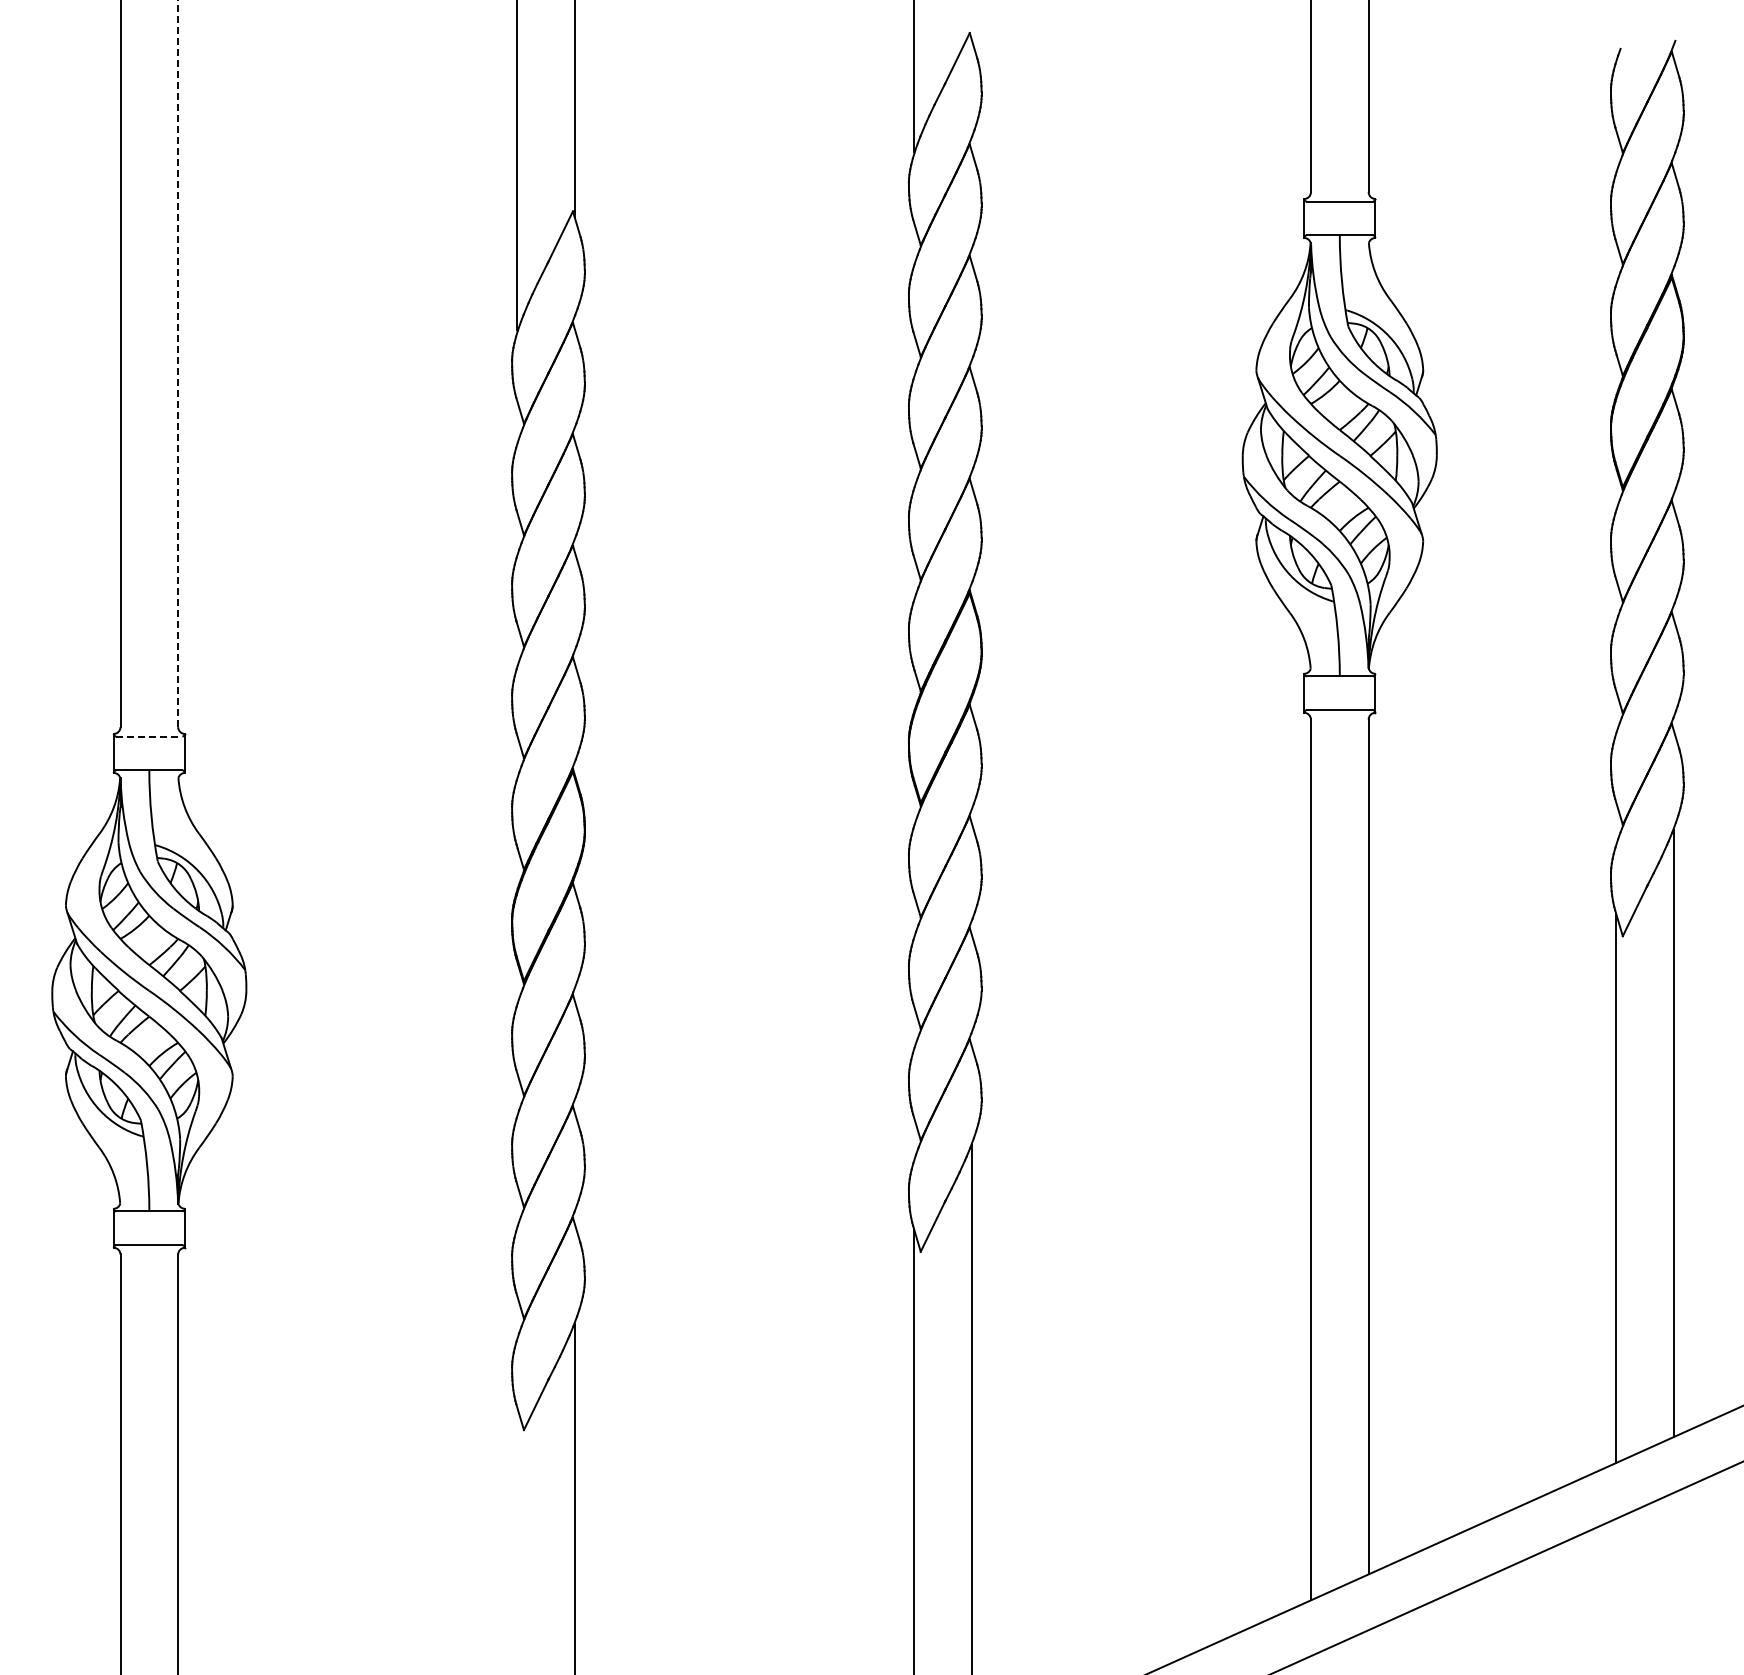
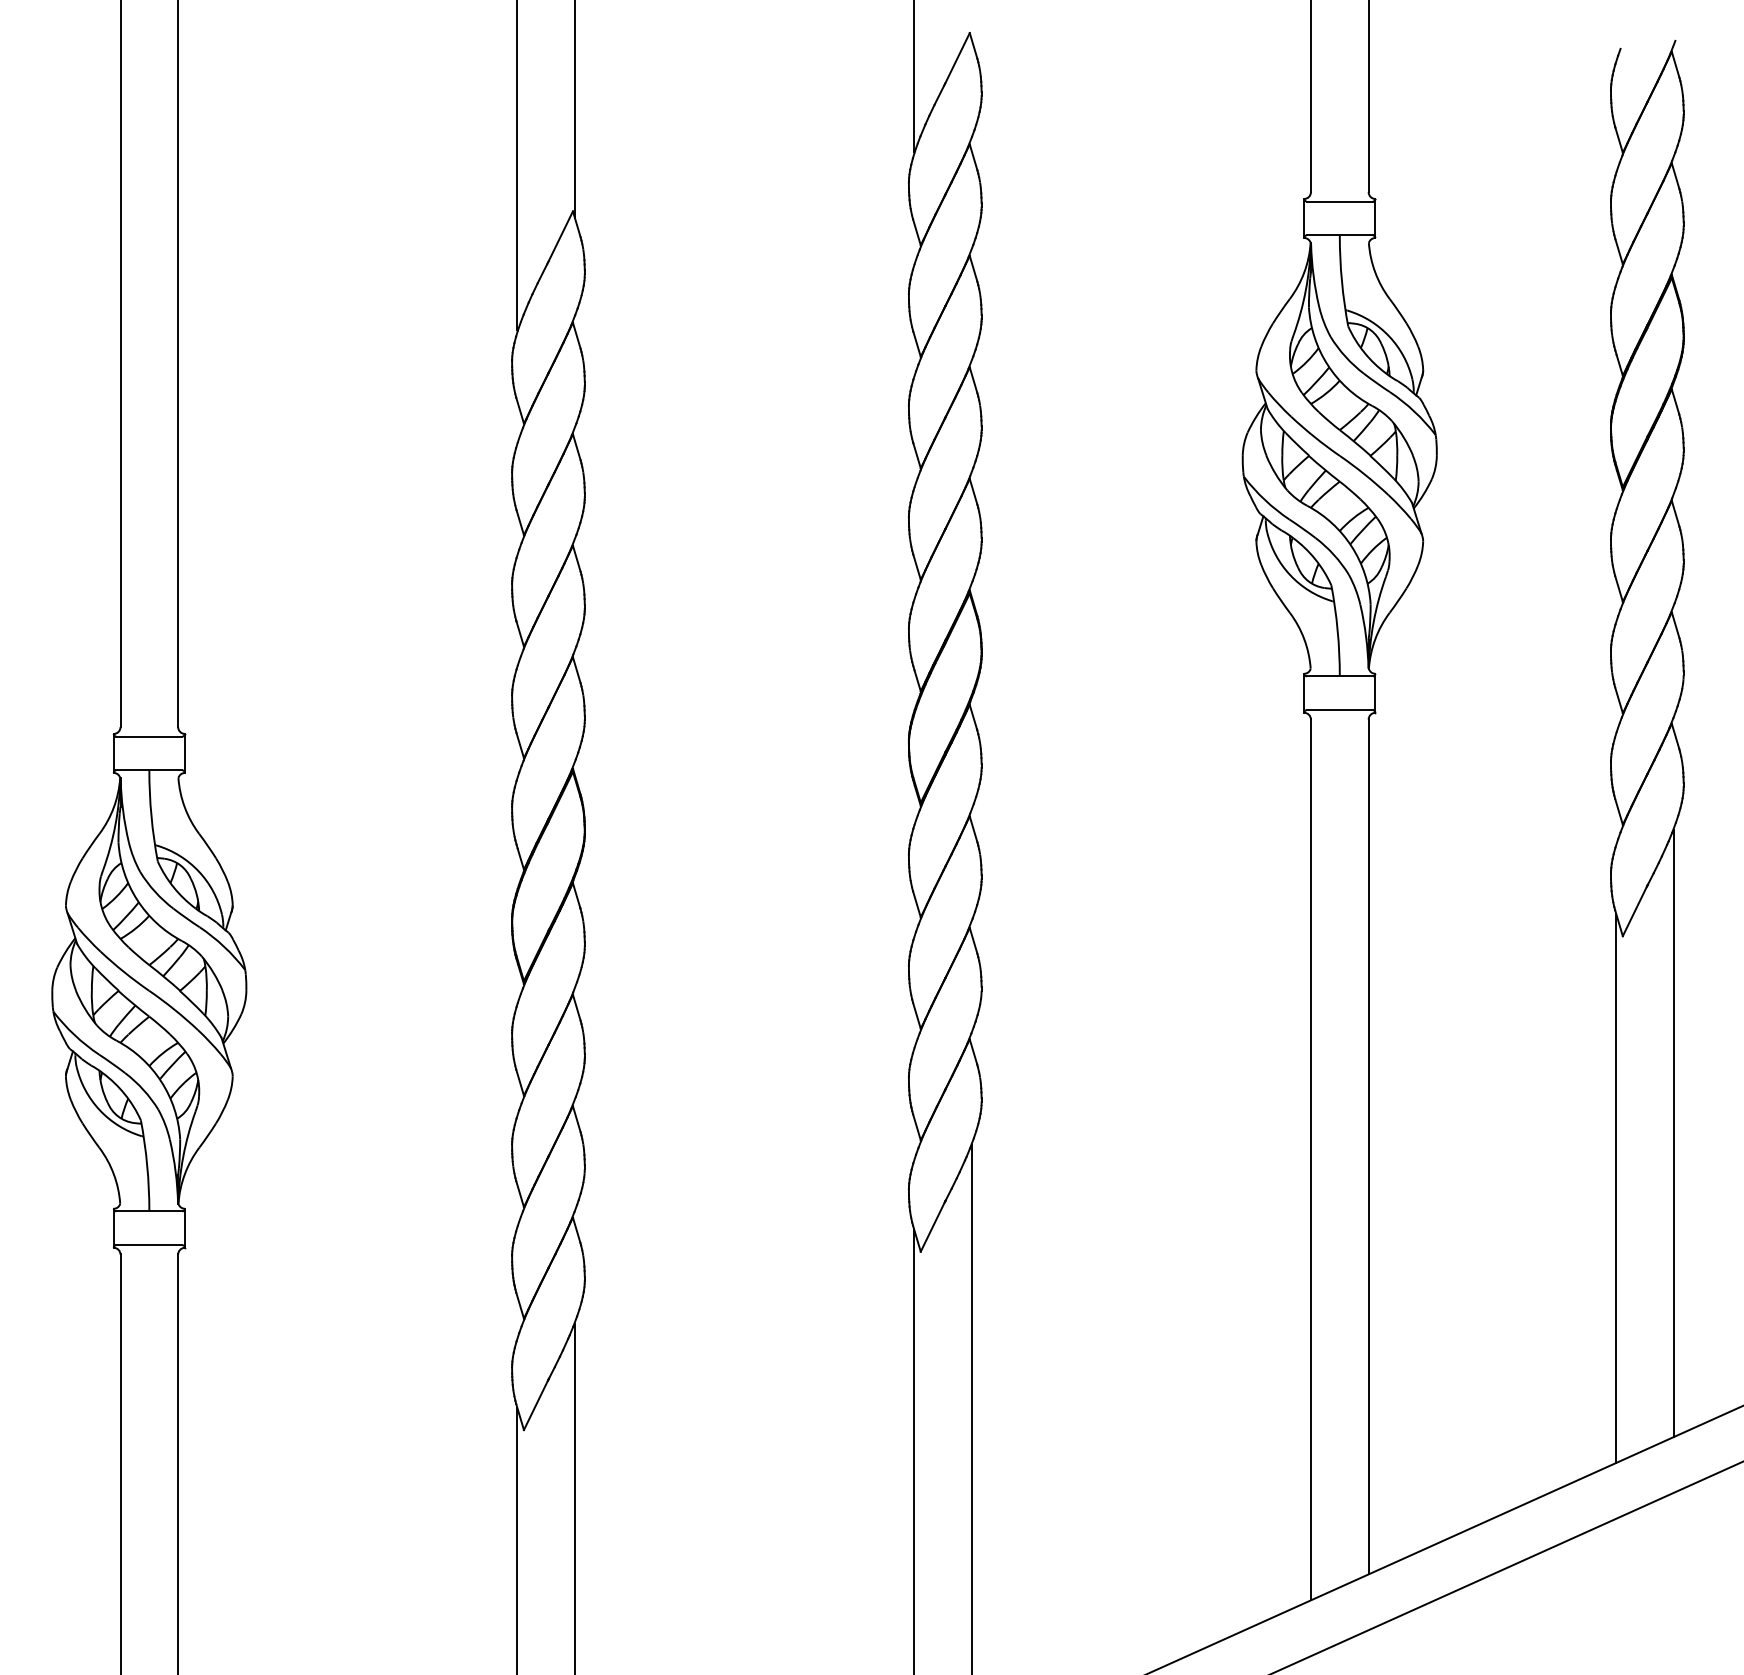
line at (178, 363): dashed -> solid
line at (149, 736): dashed -> solid
line at (517, 1539): none -> present
